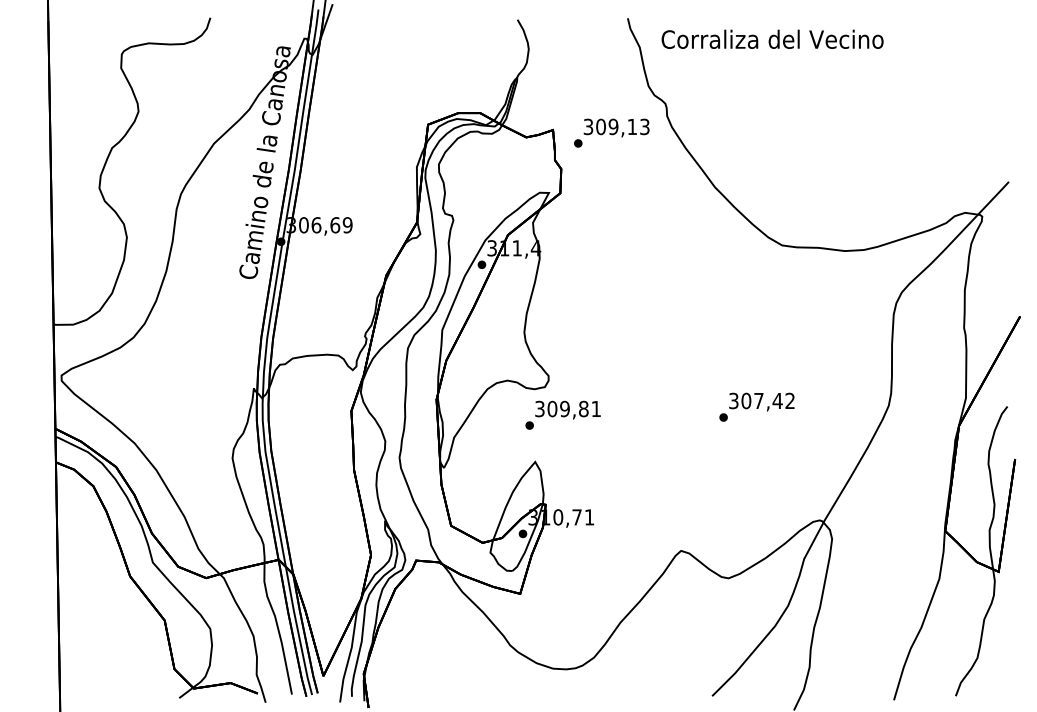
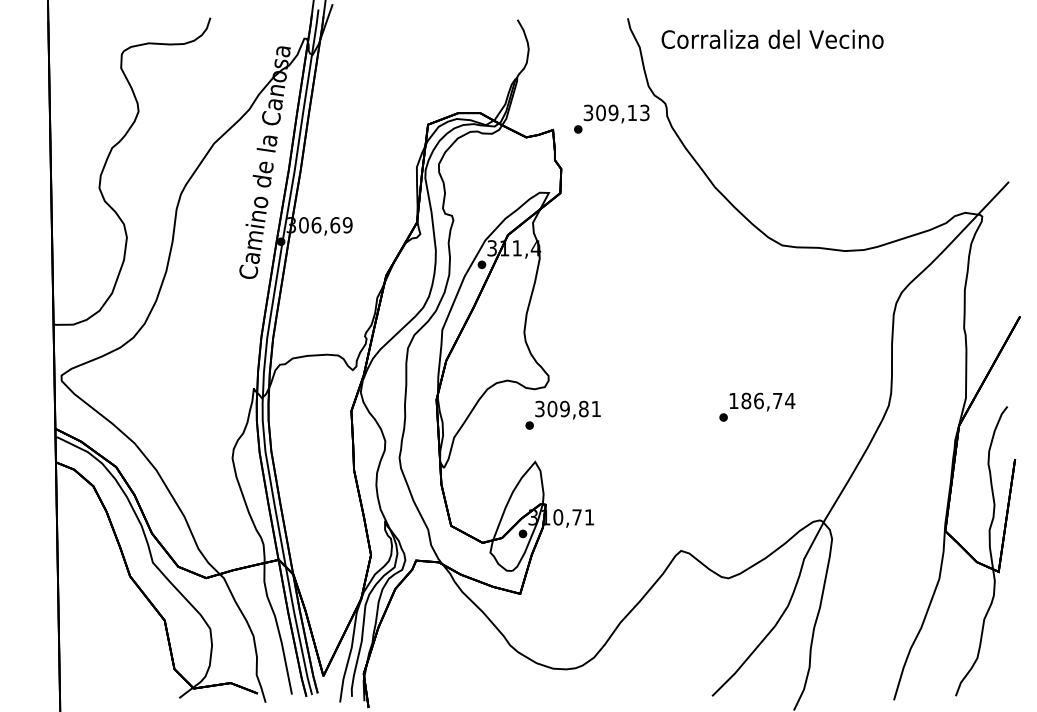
text at (611, 132) position: (611, 132) -> (611, 118)
text at (762, 400): 307,42 -> 186,74
